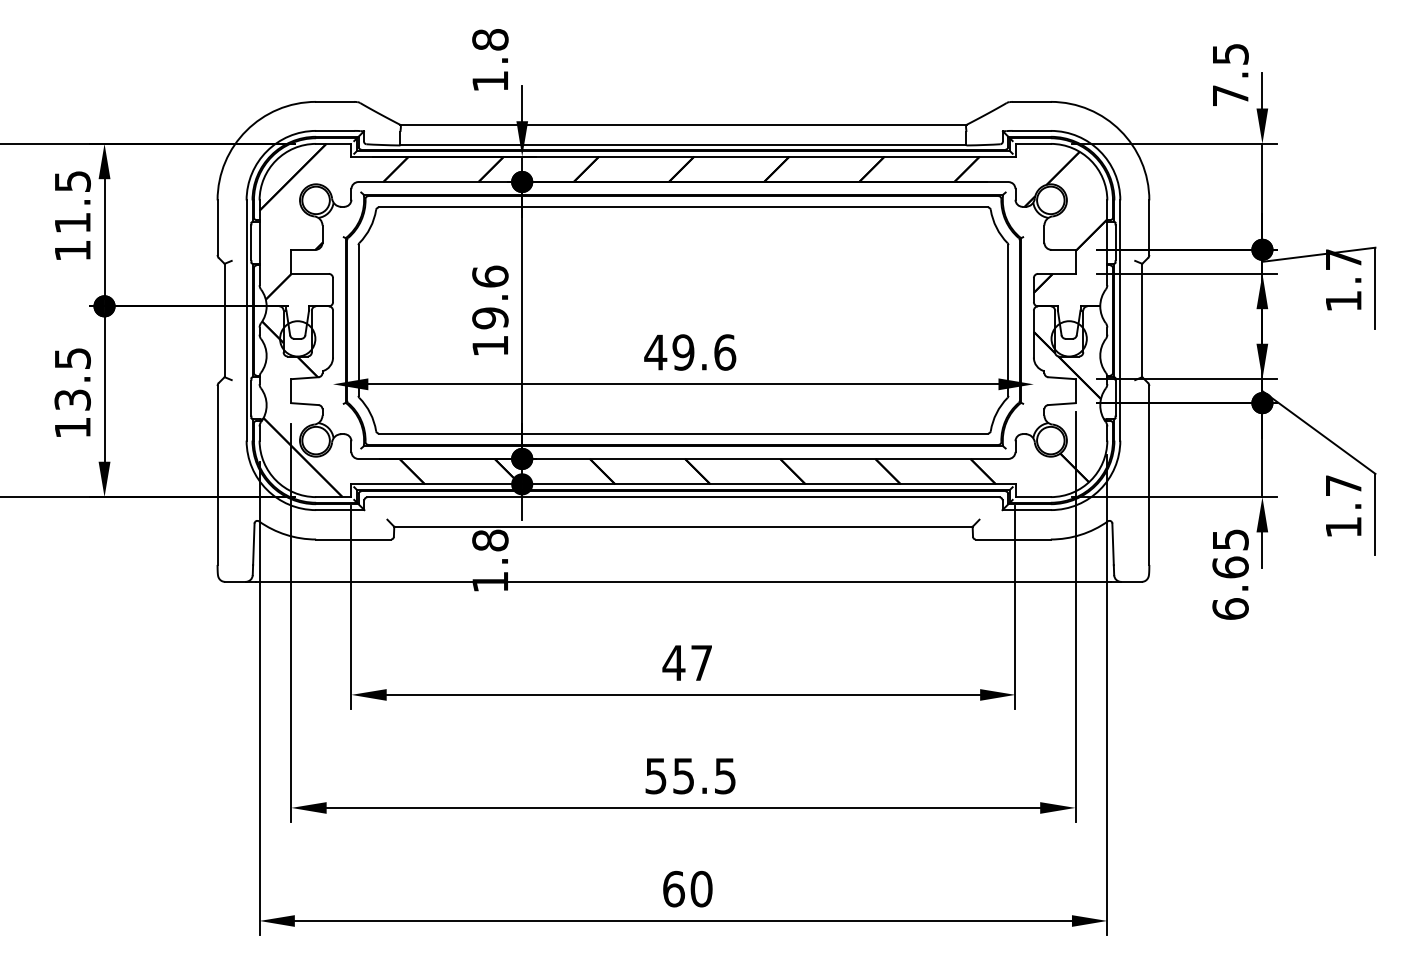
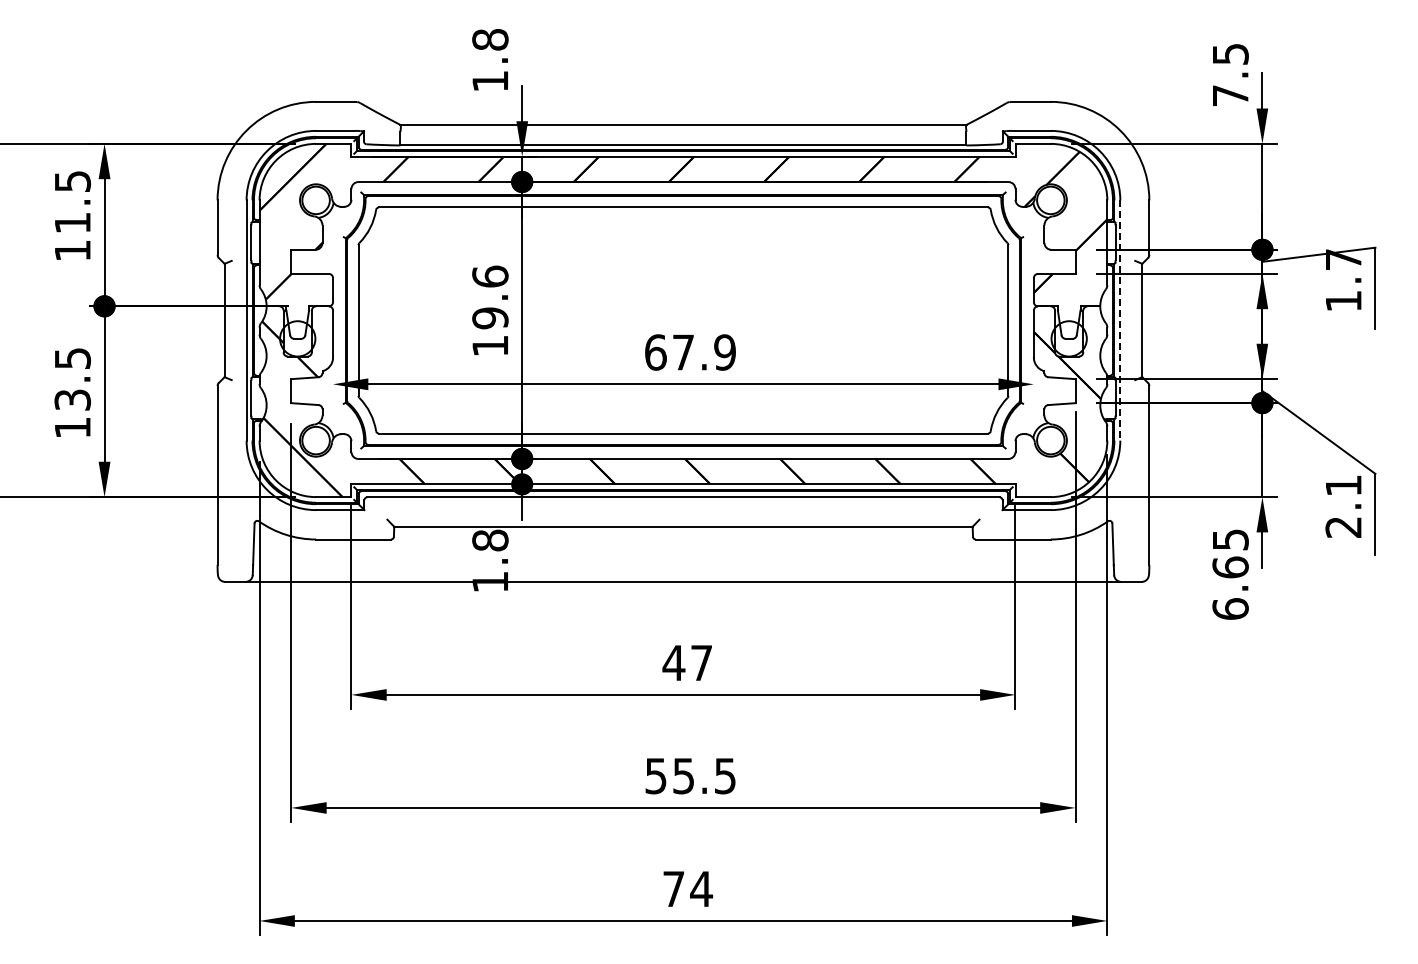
line at (1120, 321): solid -> dashed
text at (690, 352): 49.6 -> 67.9
text at (1343, 506): 1.7 -> 2.1
text at (688, 888): 60 -> 74
